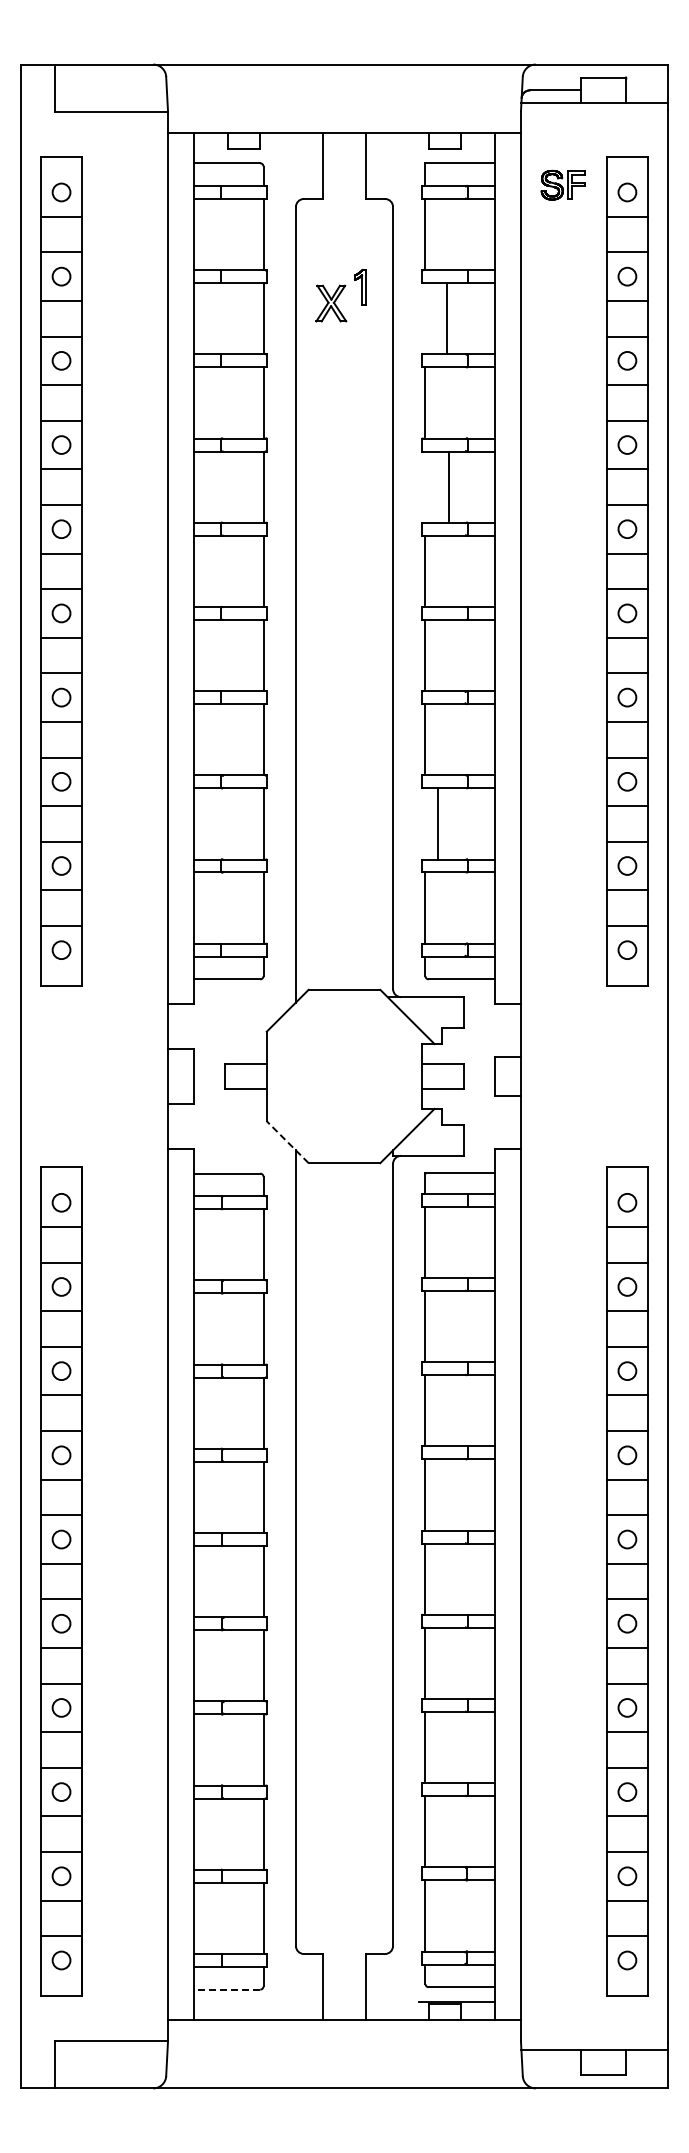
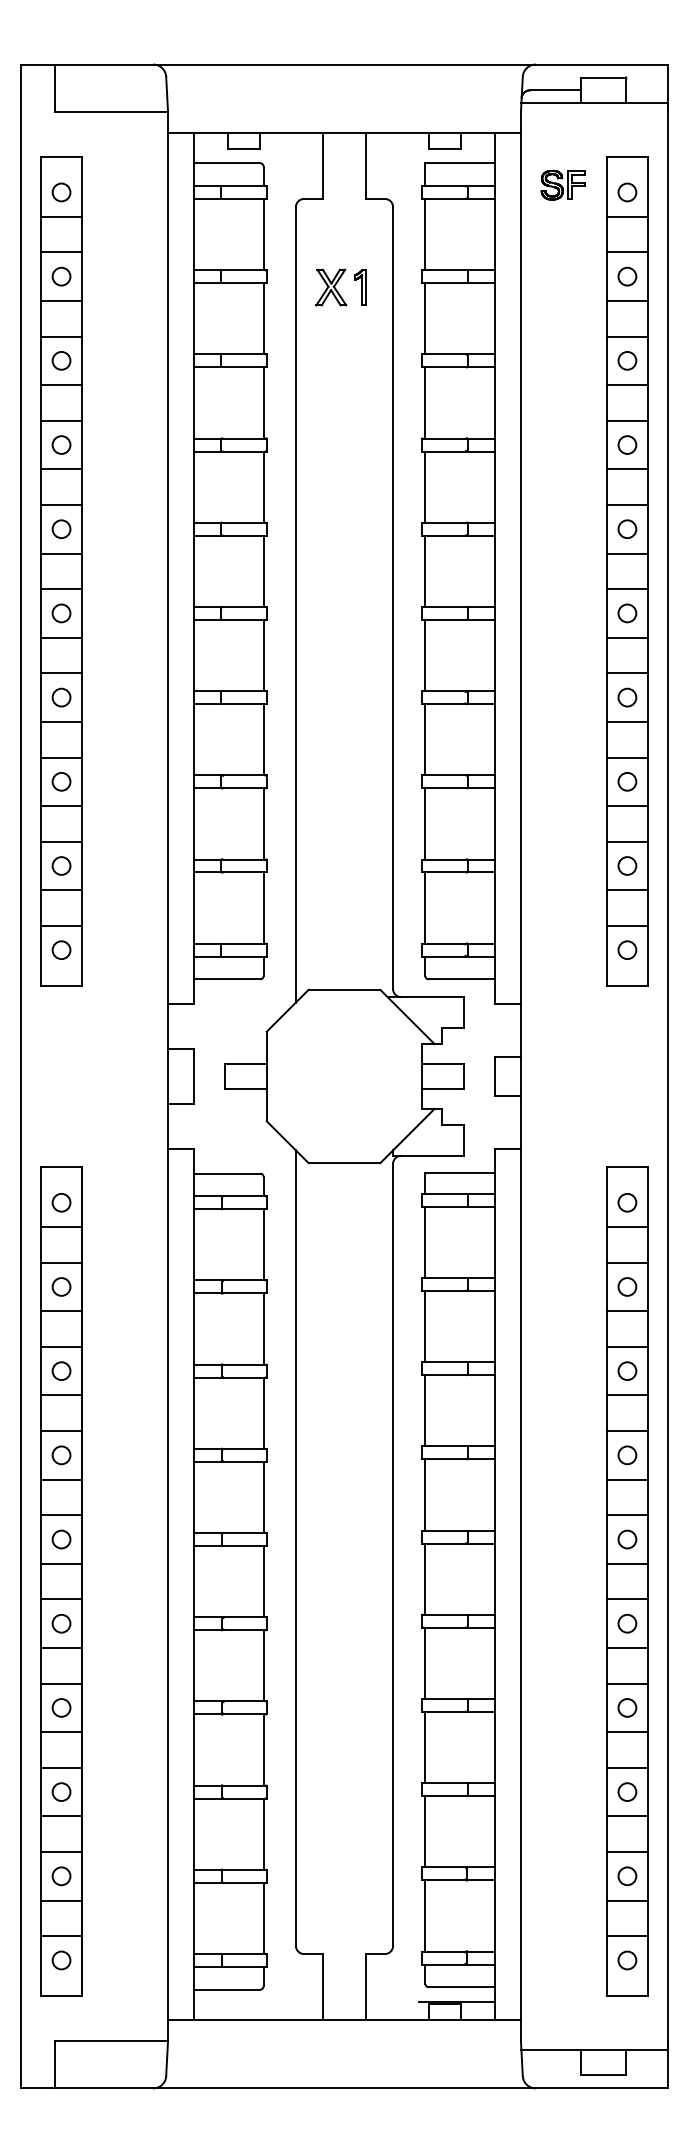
part at (331, 303) position: (331, 303) -> (331, 287)
line at (447, 318) position: (447, 318) -> (425, 318)
line at (449, 486) position: (449, 486) -> (425, 486)
line at (438, 823) position: (438, 823) -> (425, 823)
line at (287, 1142): dashed -> solid
line at (226, 1989): dashed -> solid
